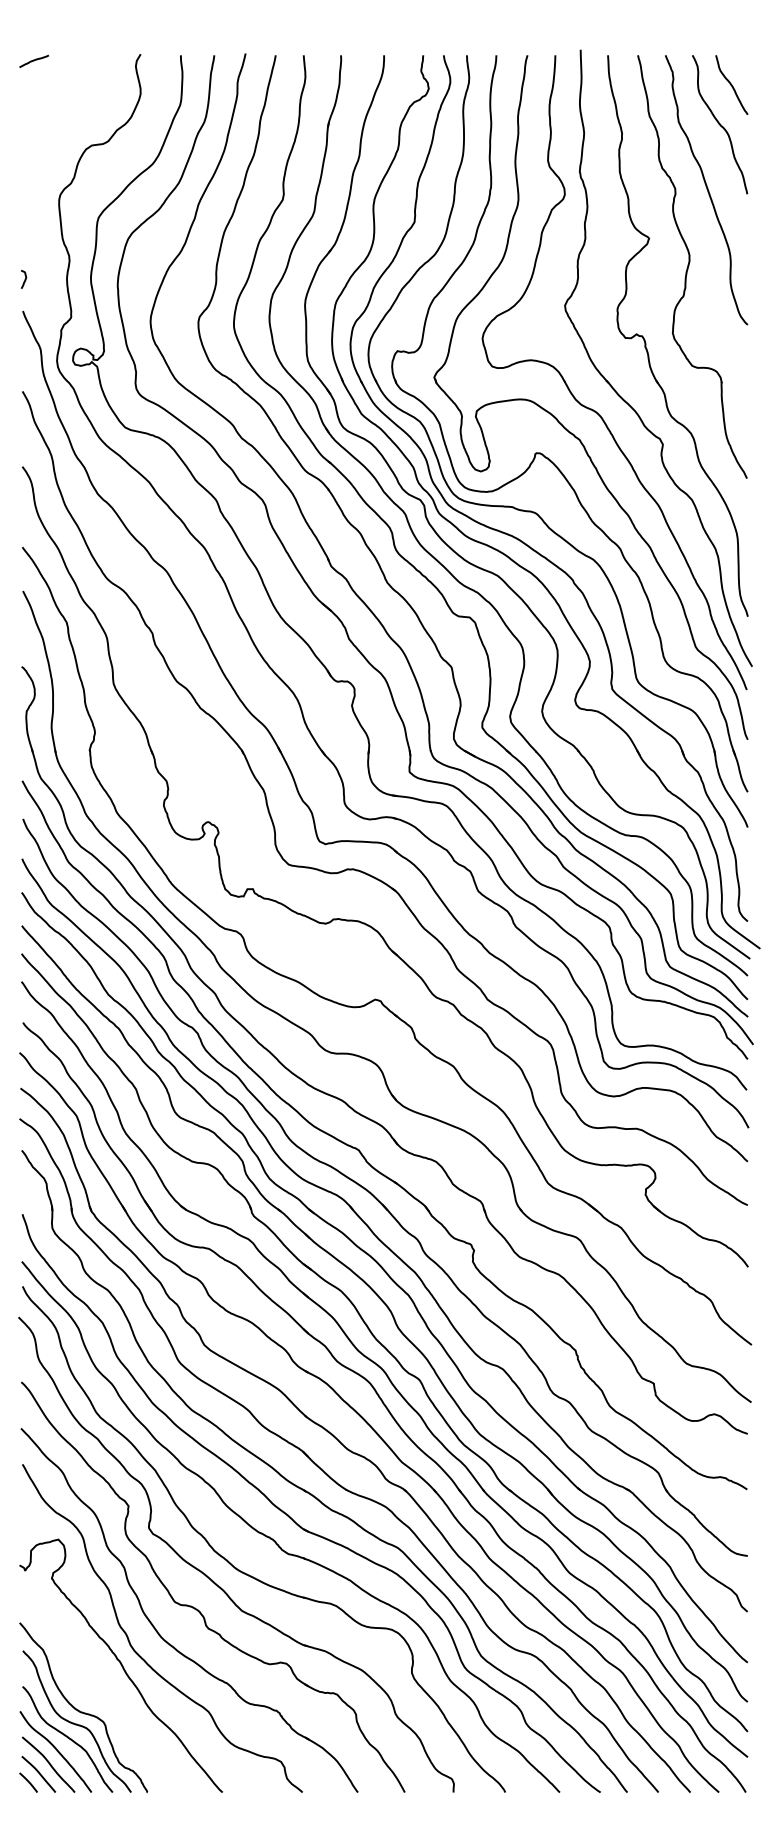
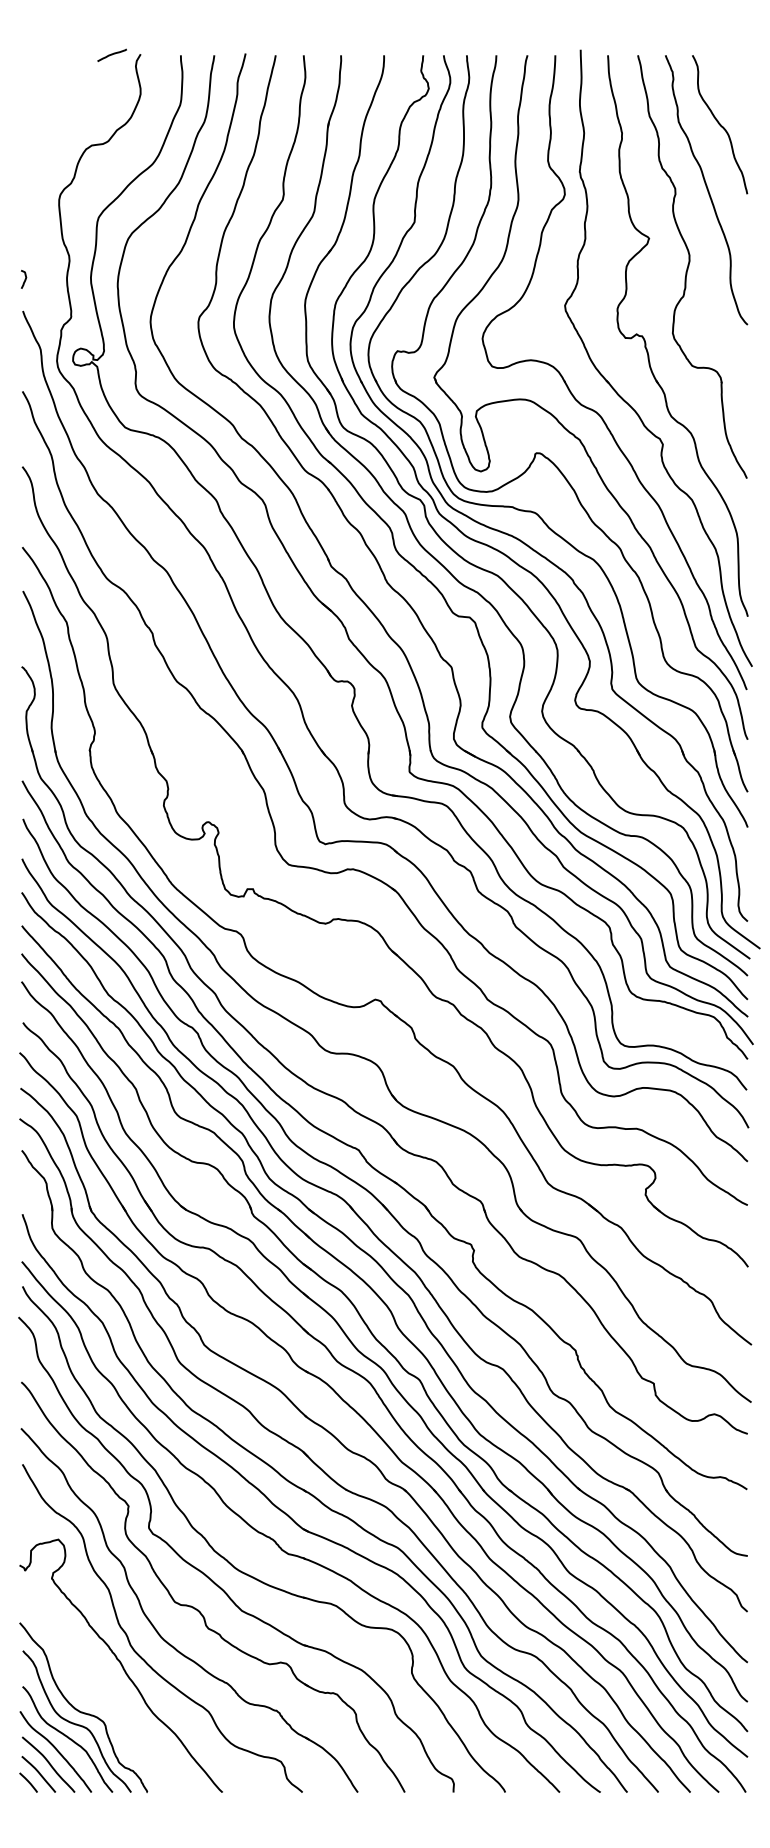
line at (33, 60) position: (33, 60) -> (111, 54)
curve at (731, 84): present -> none
